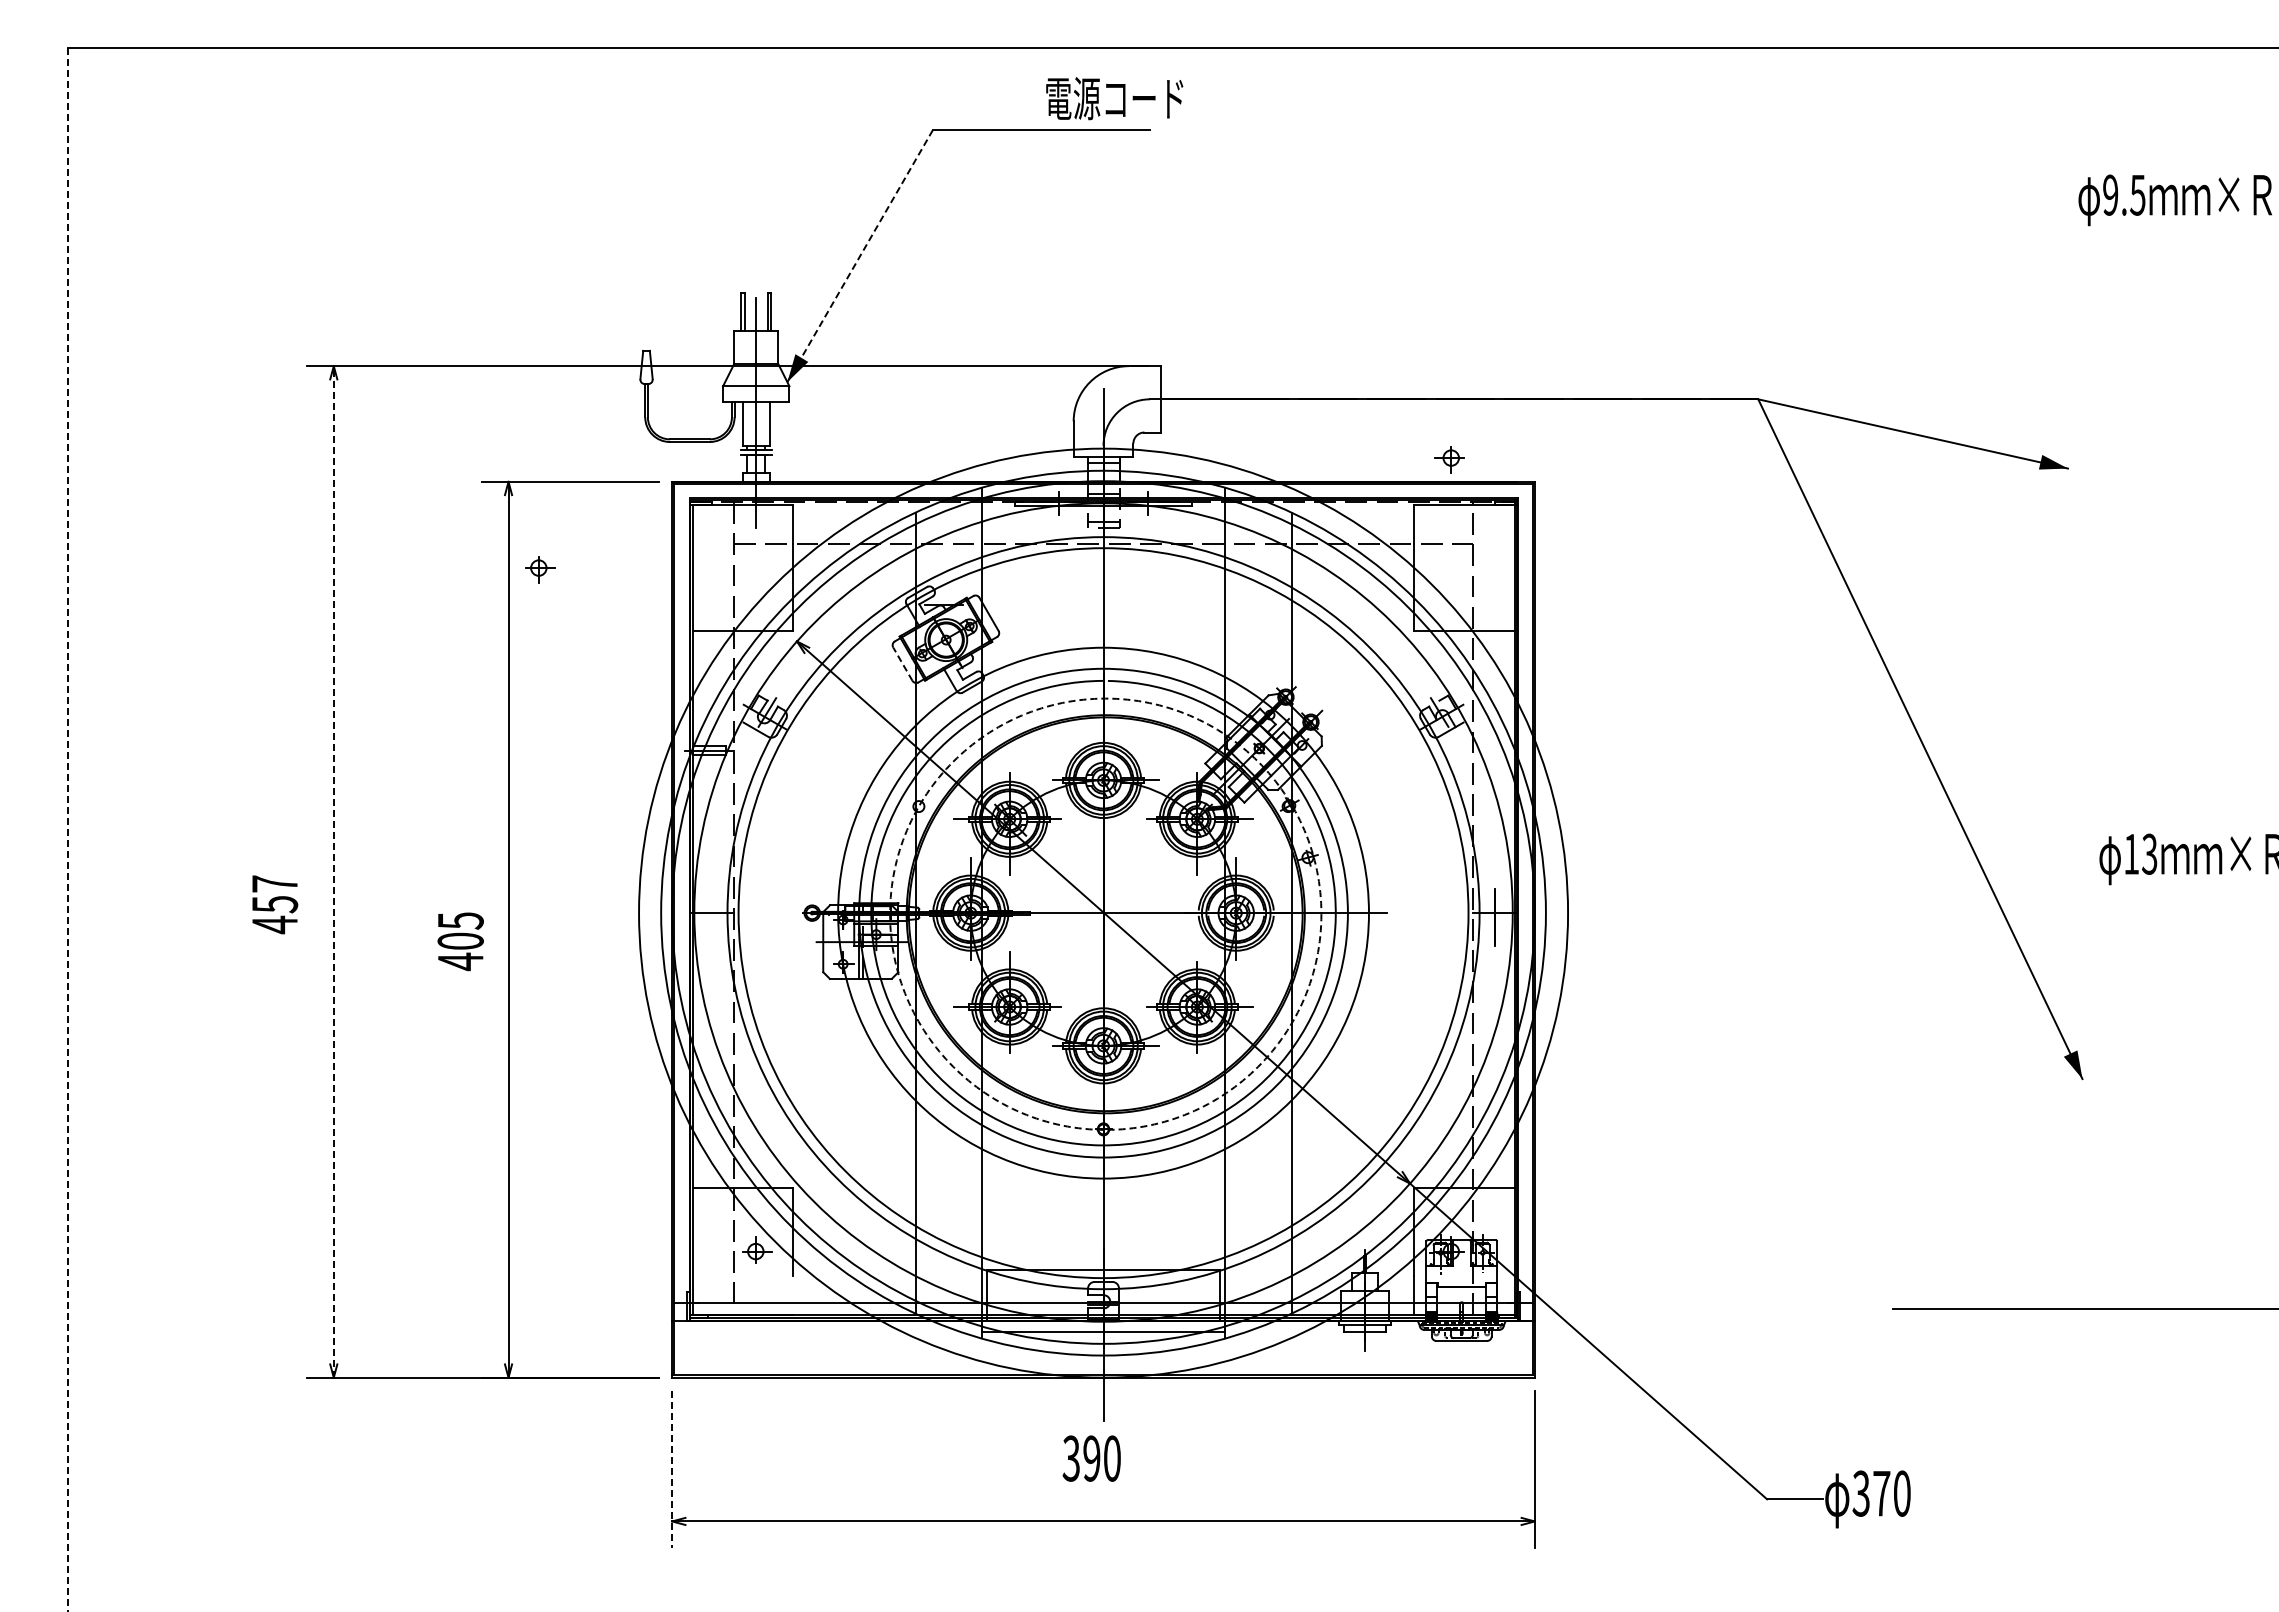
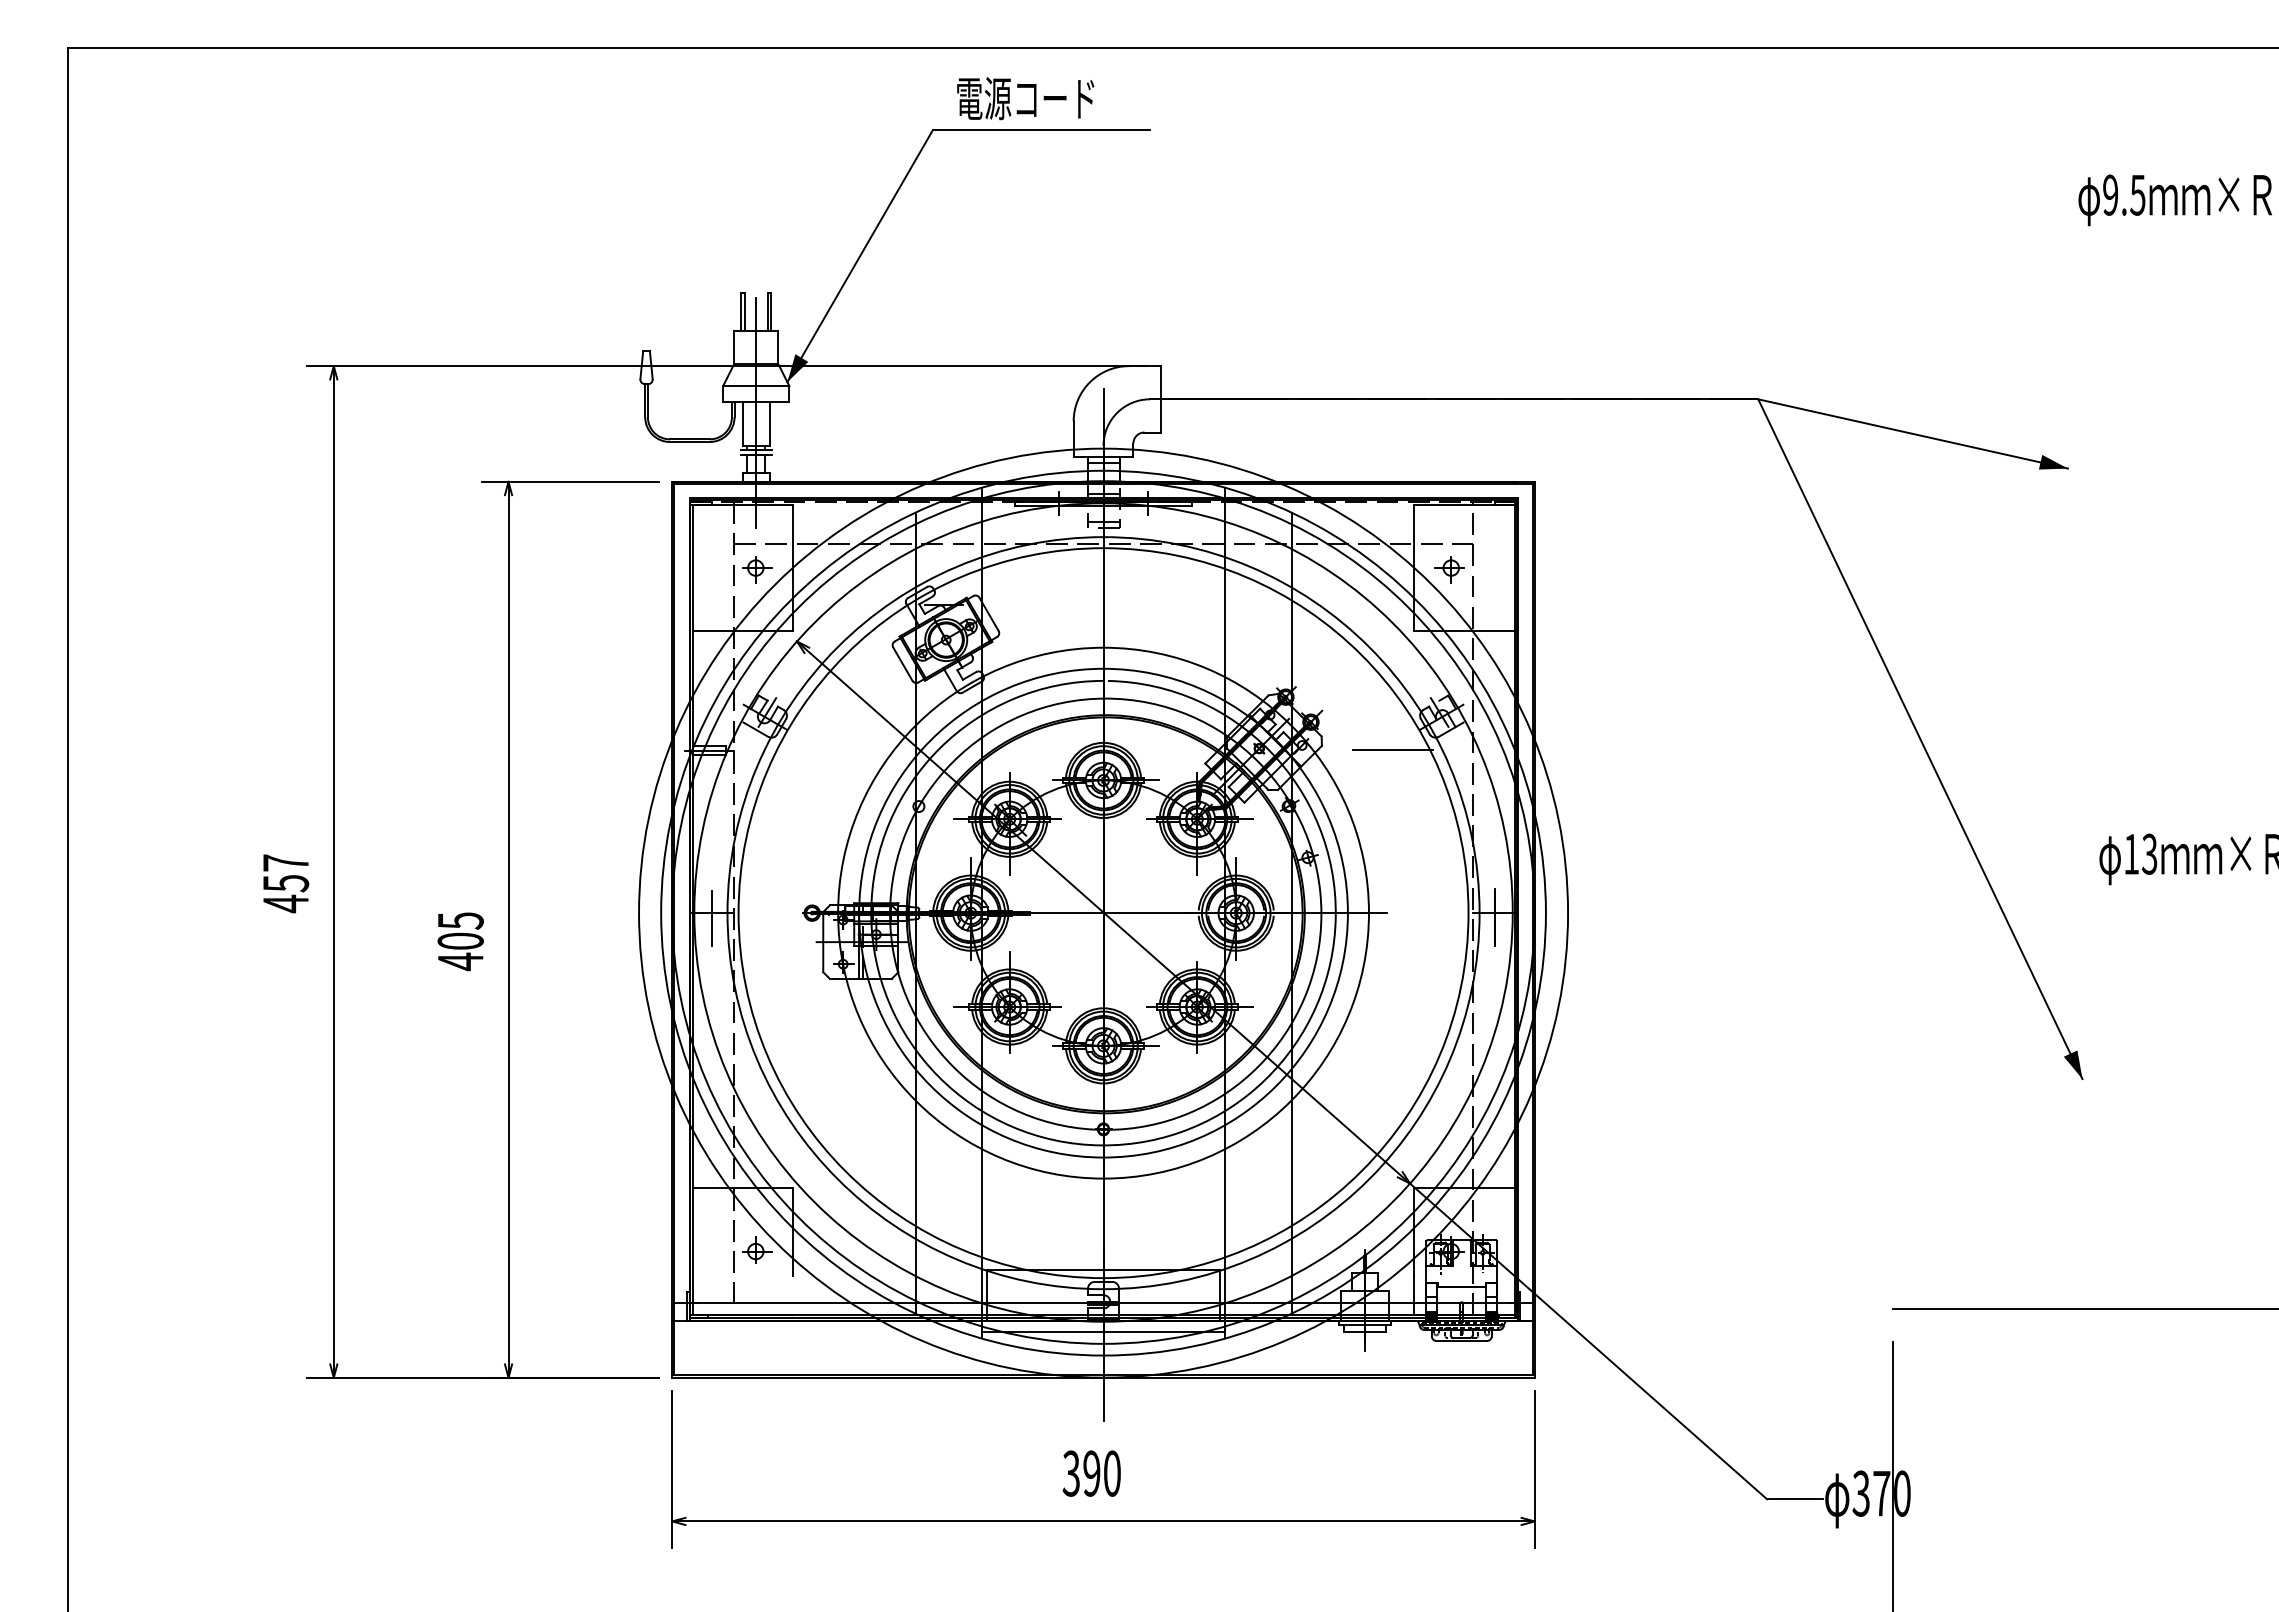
text at (1114, 98) position: (1114, 98) -> (1025, 98)
line at (860, 256): dashed -> solid
part at (1449, 459) position: (1449, 459) -> (1449, 569)
part at (540, 569) position: (540, 569) -> (757, 569)
line at (902, 663): dashed -> solid
line at (1393, 749): none -> present
line at (68, 830): dashed -> solid
line at (333, 871): dashed -> solid
text at (275, 904) position: (275, 904) -> (286, 883)
circle at (1105, 913): dashed -> solid
line at (712, 918): none -> present
text at (1091, 1458) position: (1091, 1458) -> (1091, 1473)
line at (672, 1469): dashed -> solid
line at (1893, 1475): none -> present
